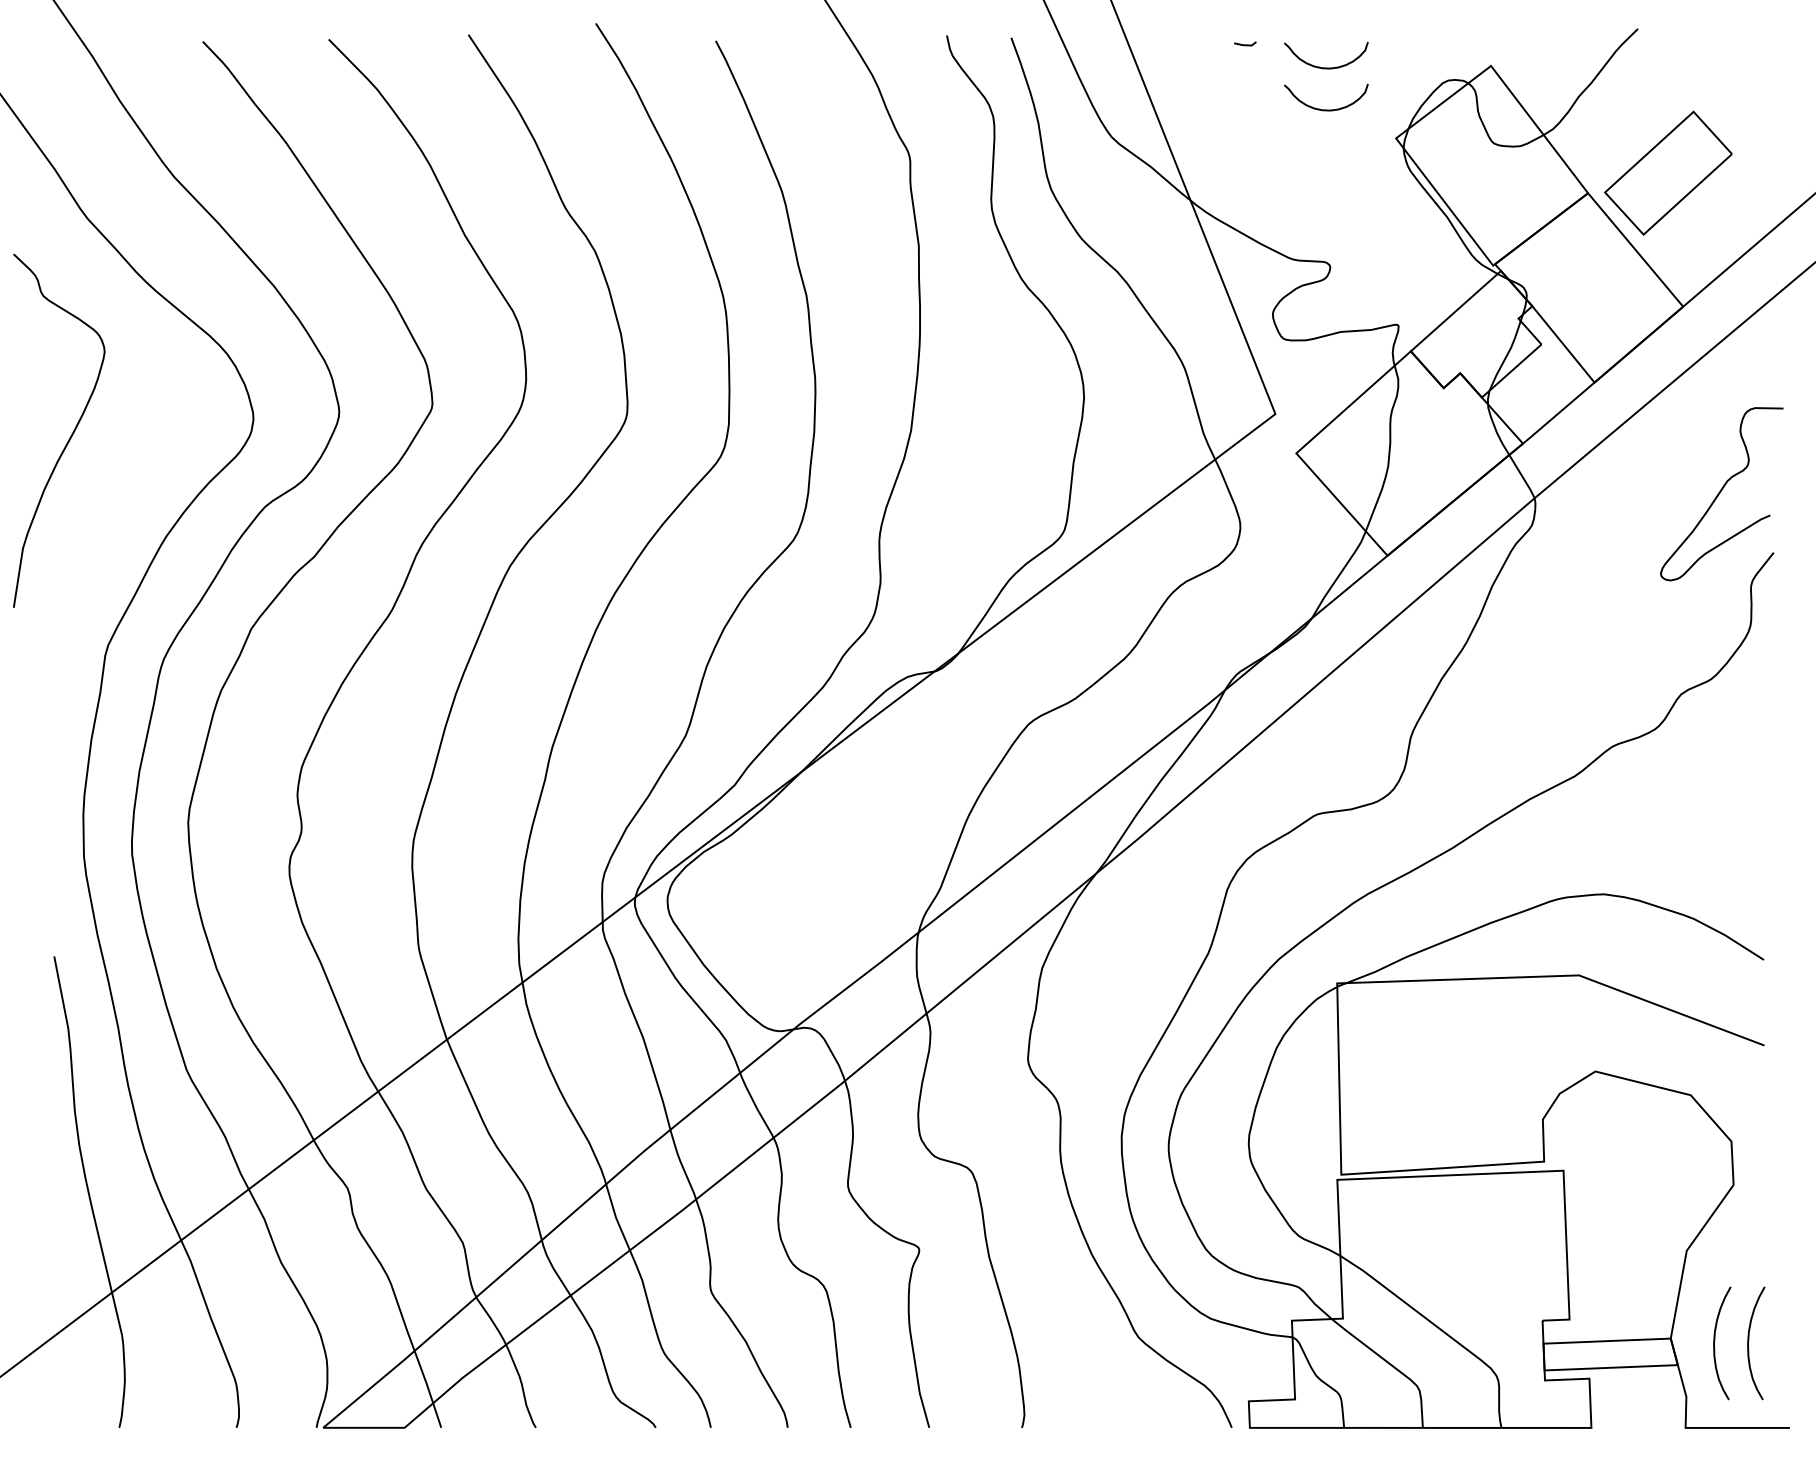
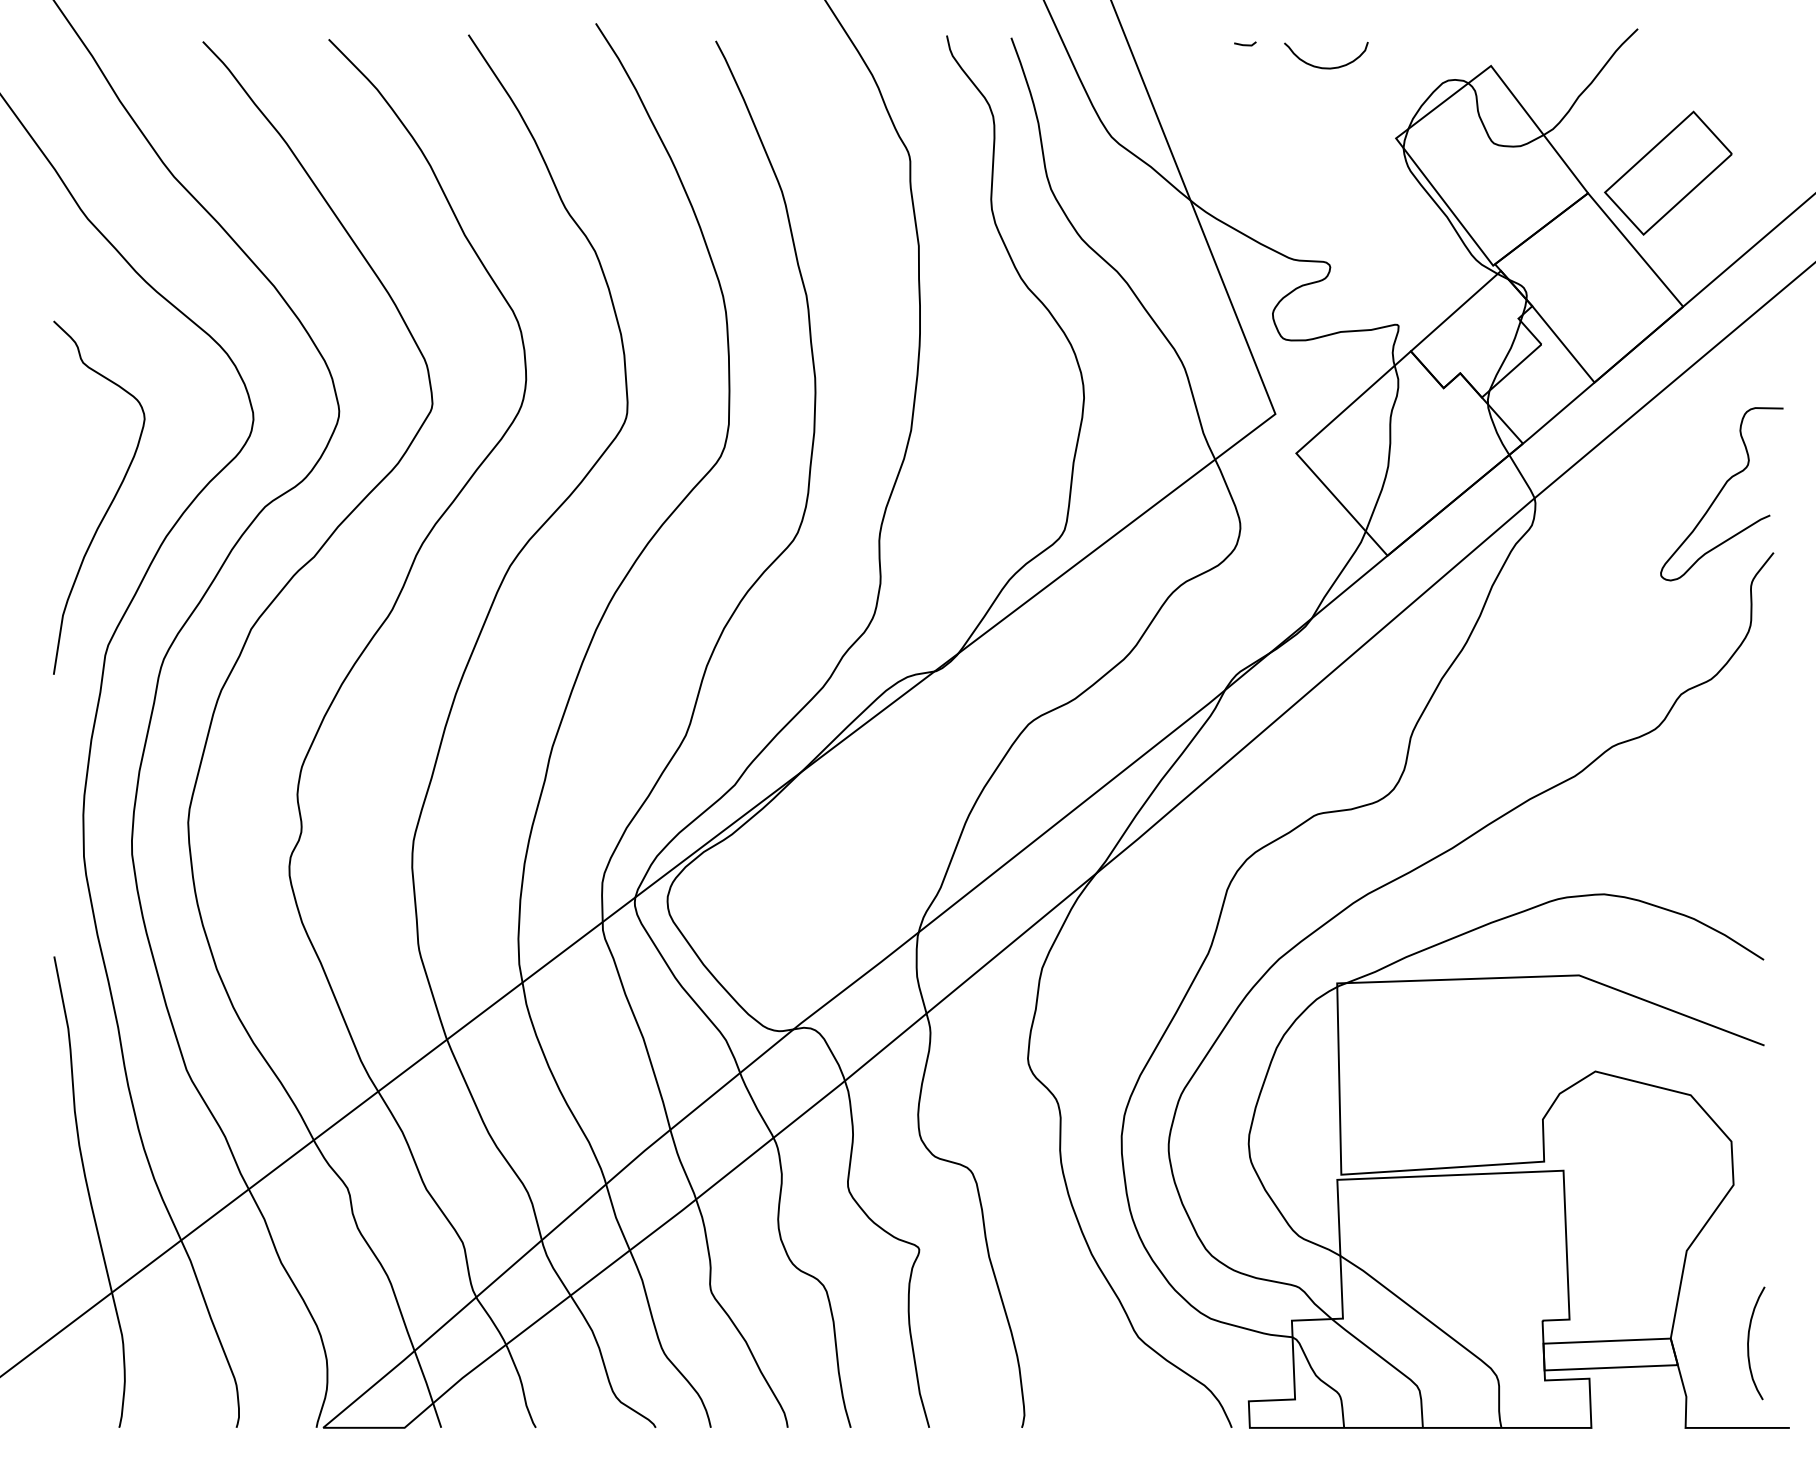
curve at (1326, 109): present -> none
curve at (70, 435) position: (70, 435) -> (110, 502)
curve at (1715, 1341): present -> none
